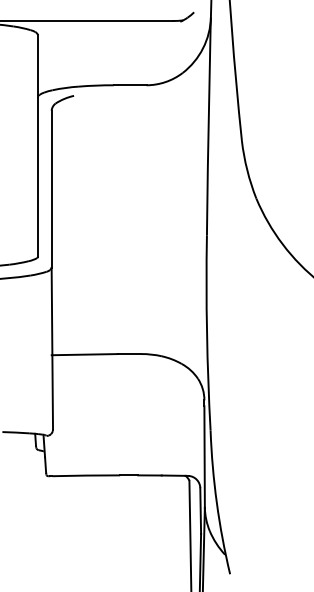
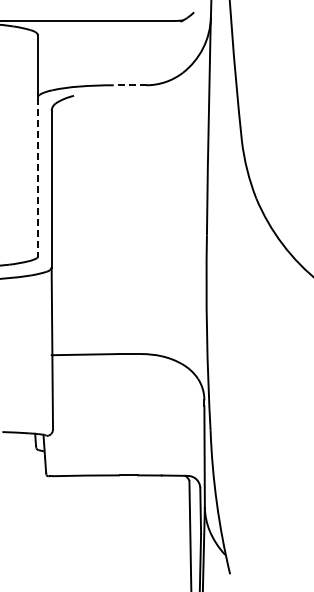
line at (129, 85): solid -> dashed
line at (38, 177): solid -> dashed
